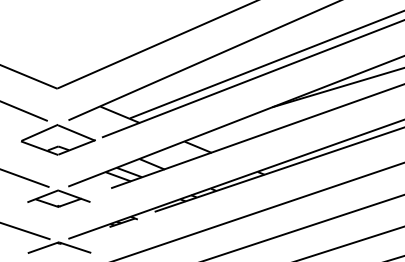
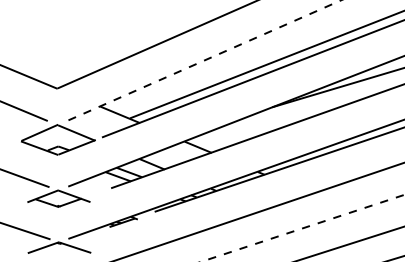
line at (205, 60): solid -> dashed
line at (303, 228): solid -> dashed
